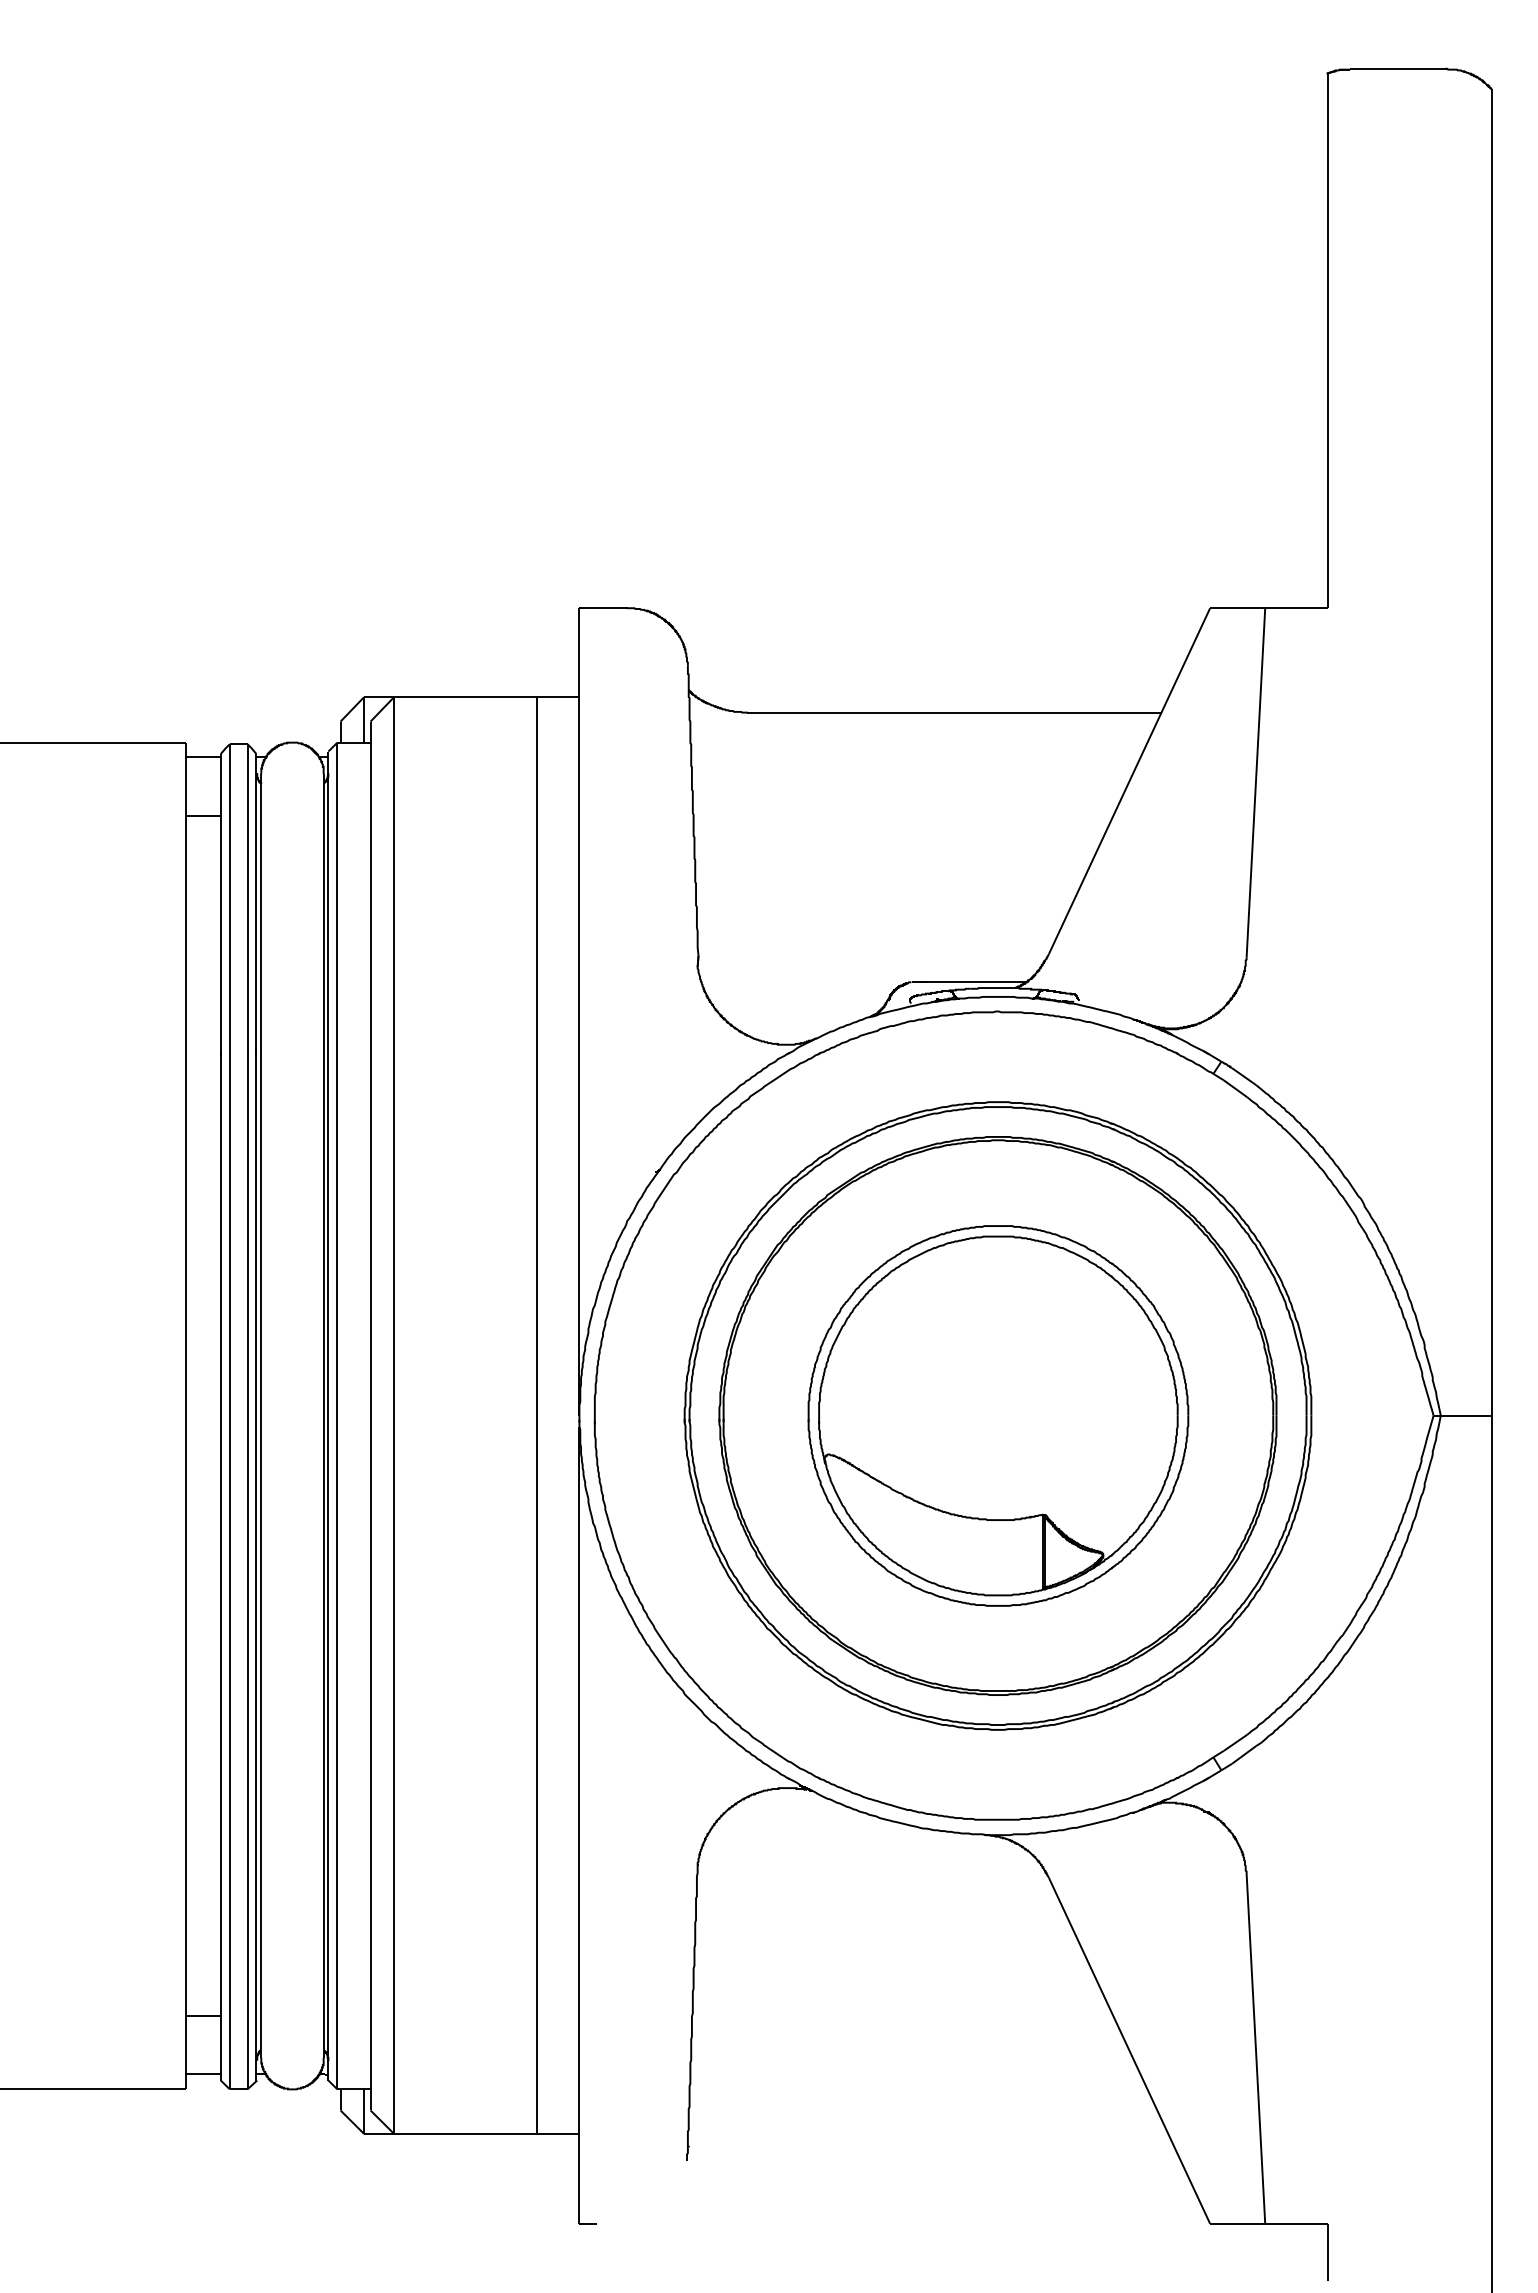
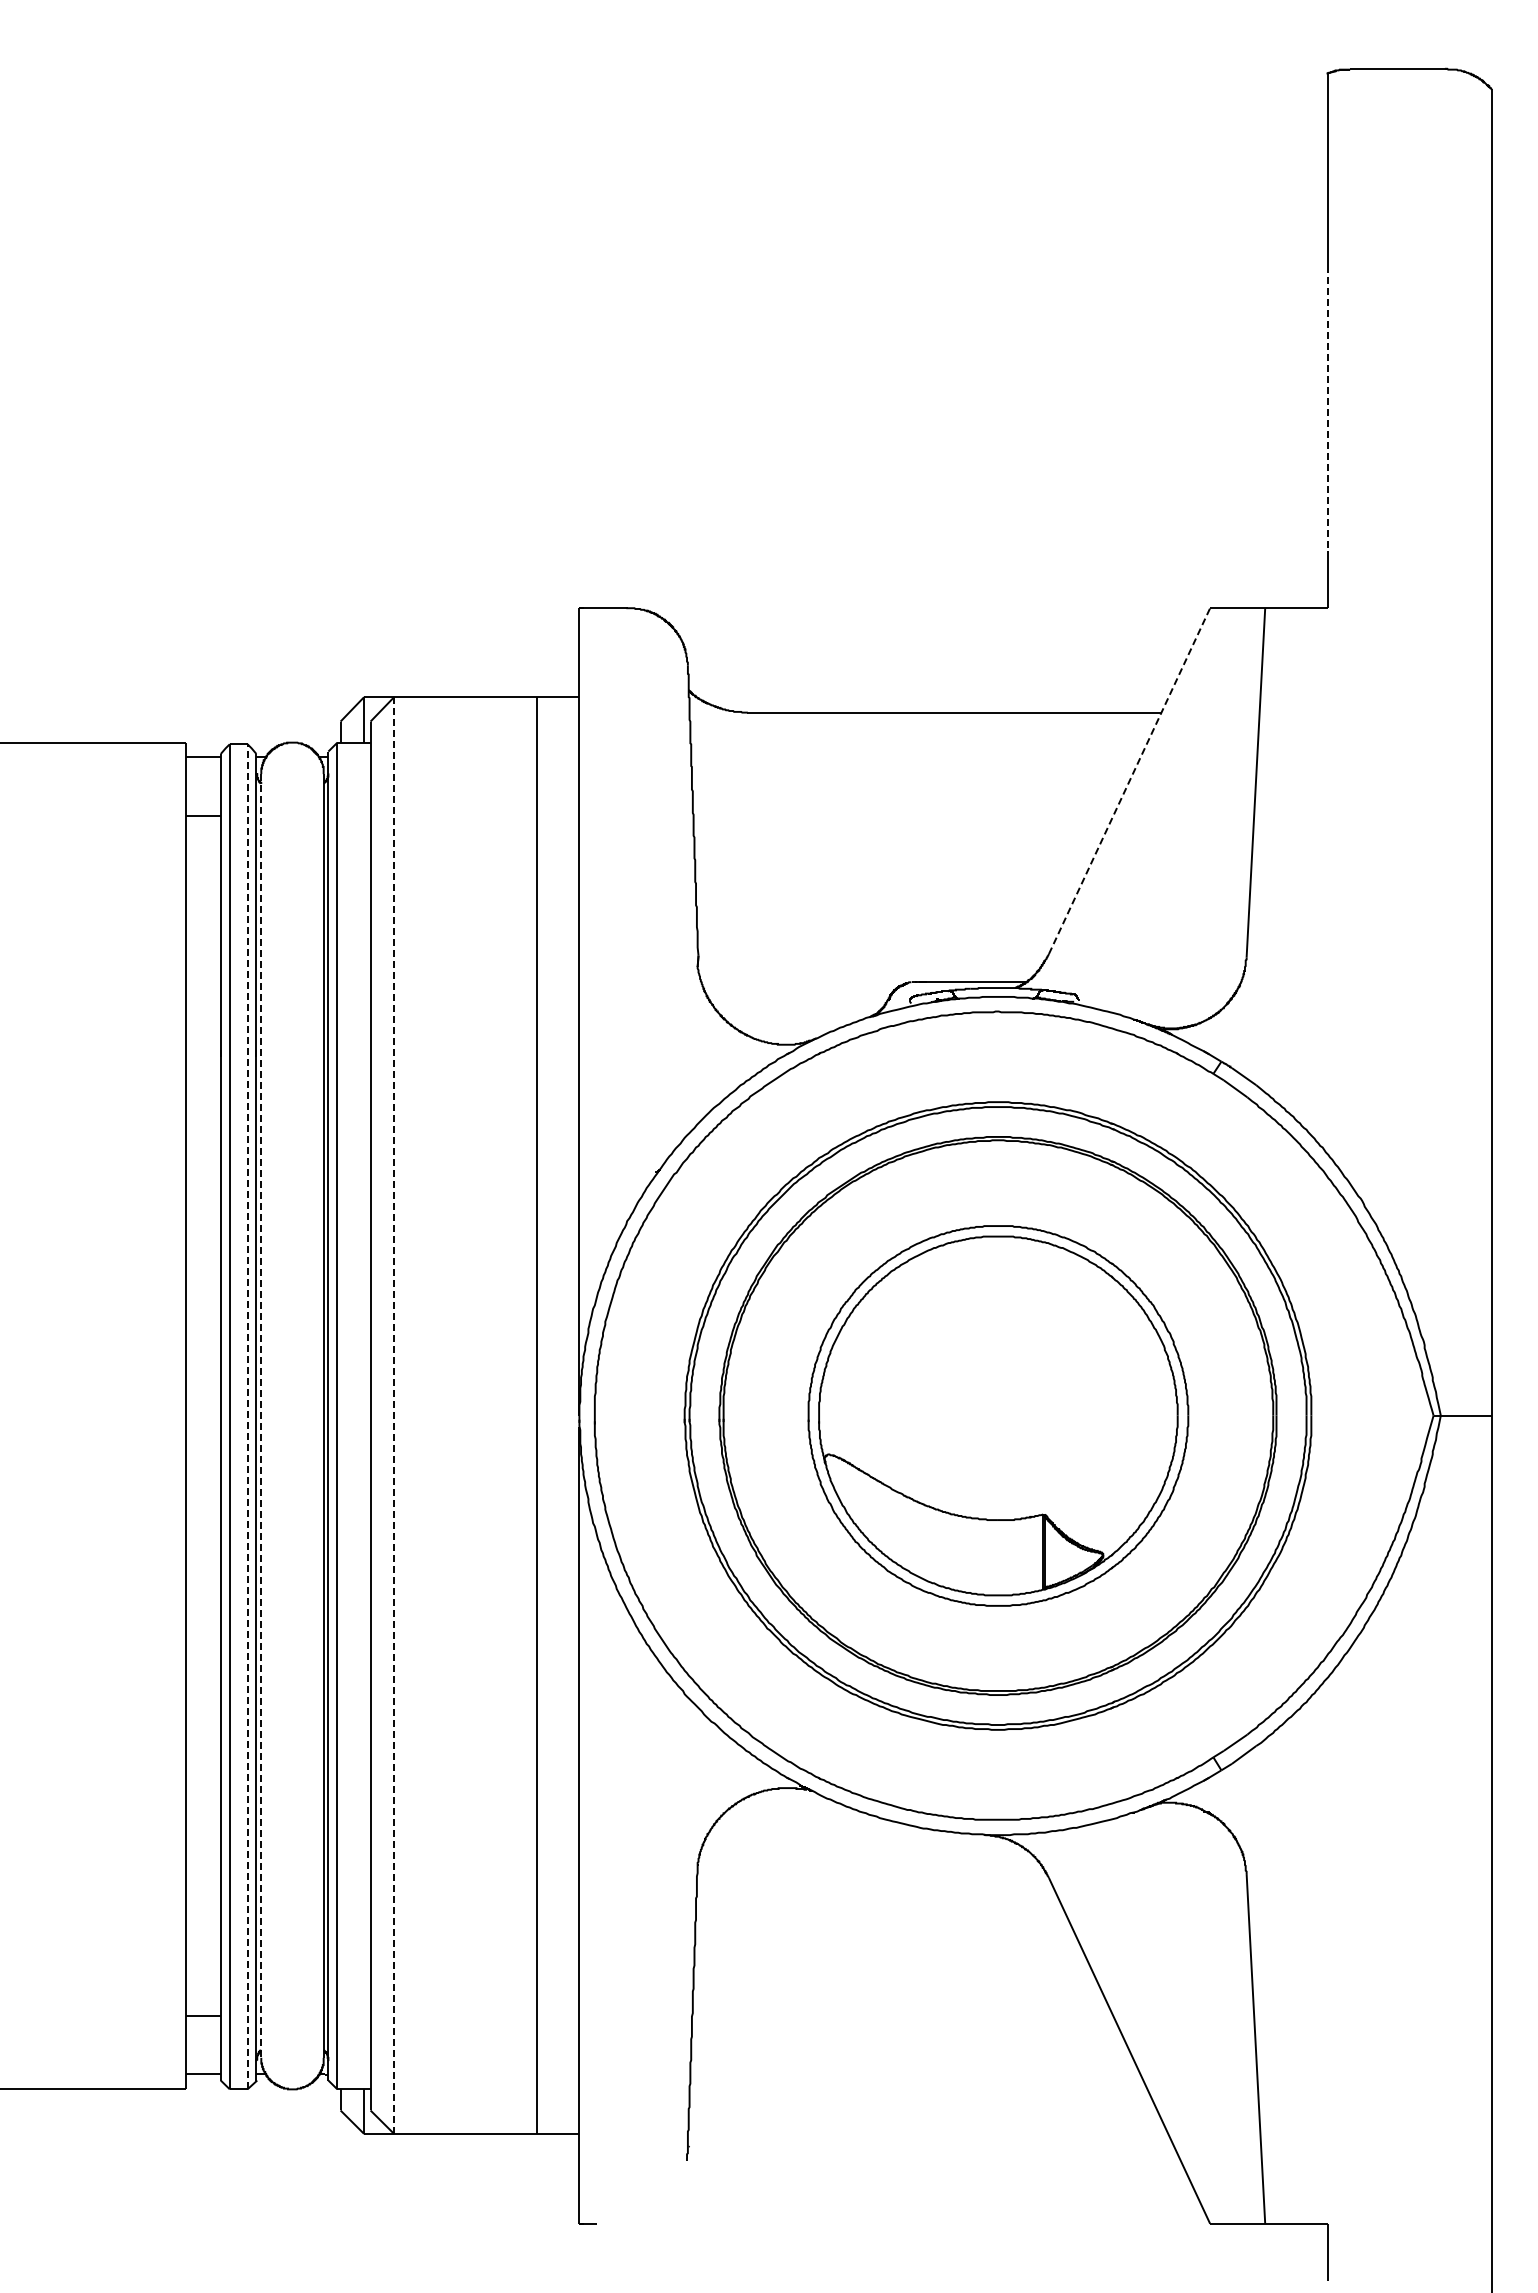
line at (1327, 409): solid -> dashed
line at (1129, 781): solid -> dashed
line at (261, 1415): solid -> dashed
line at (394, 1415): solid -> dashed
line at (247, 1416): solid -> dashed
